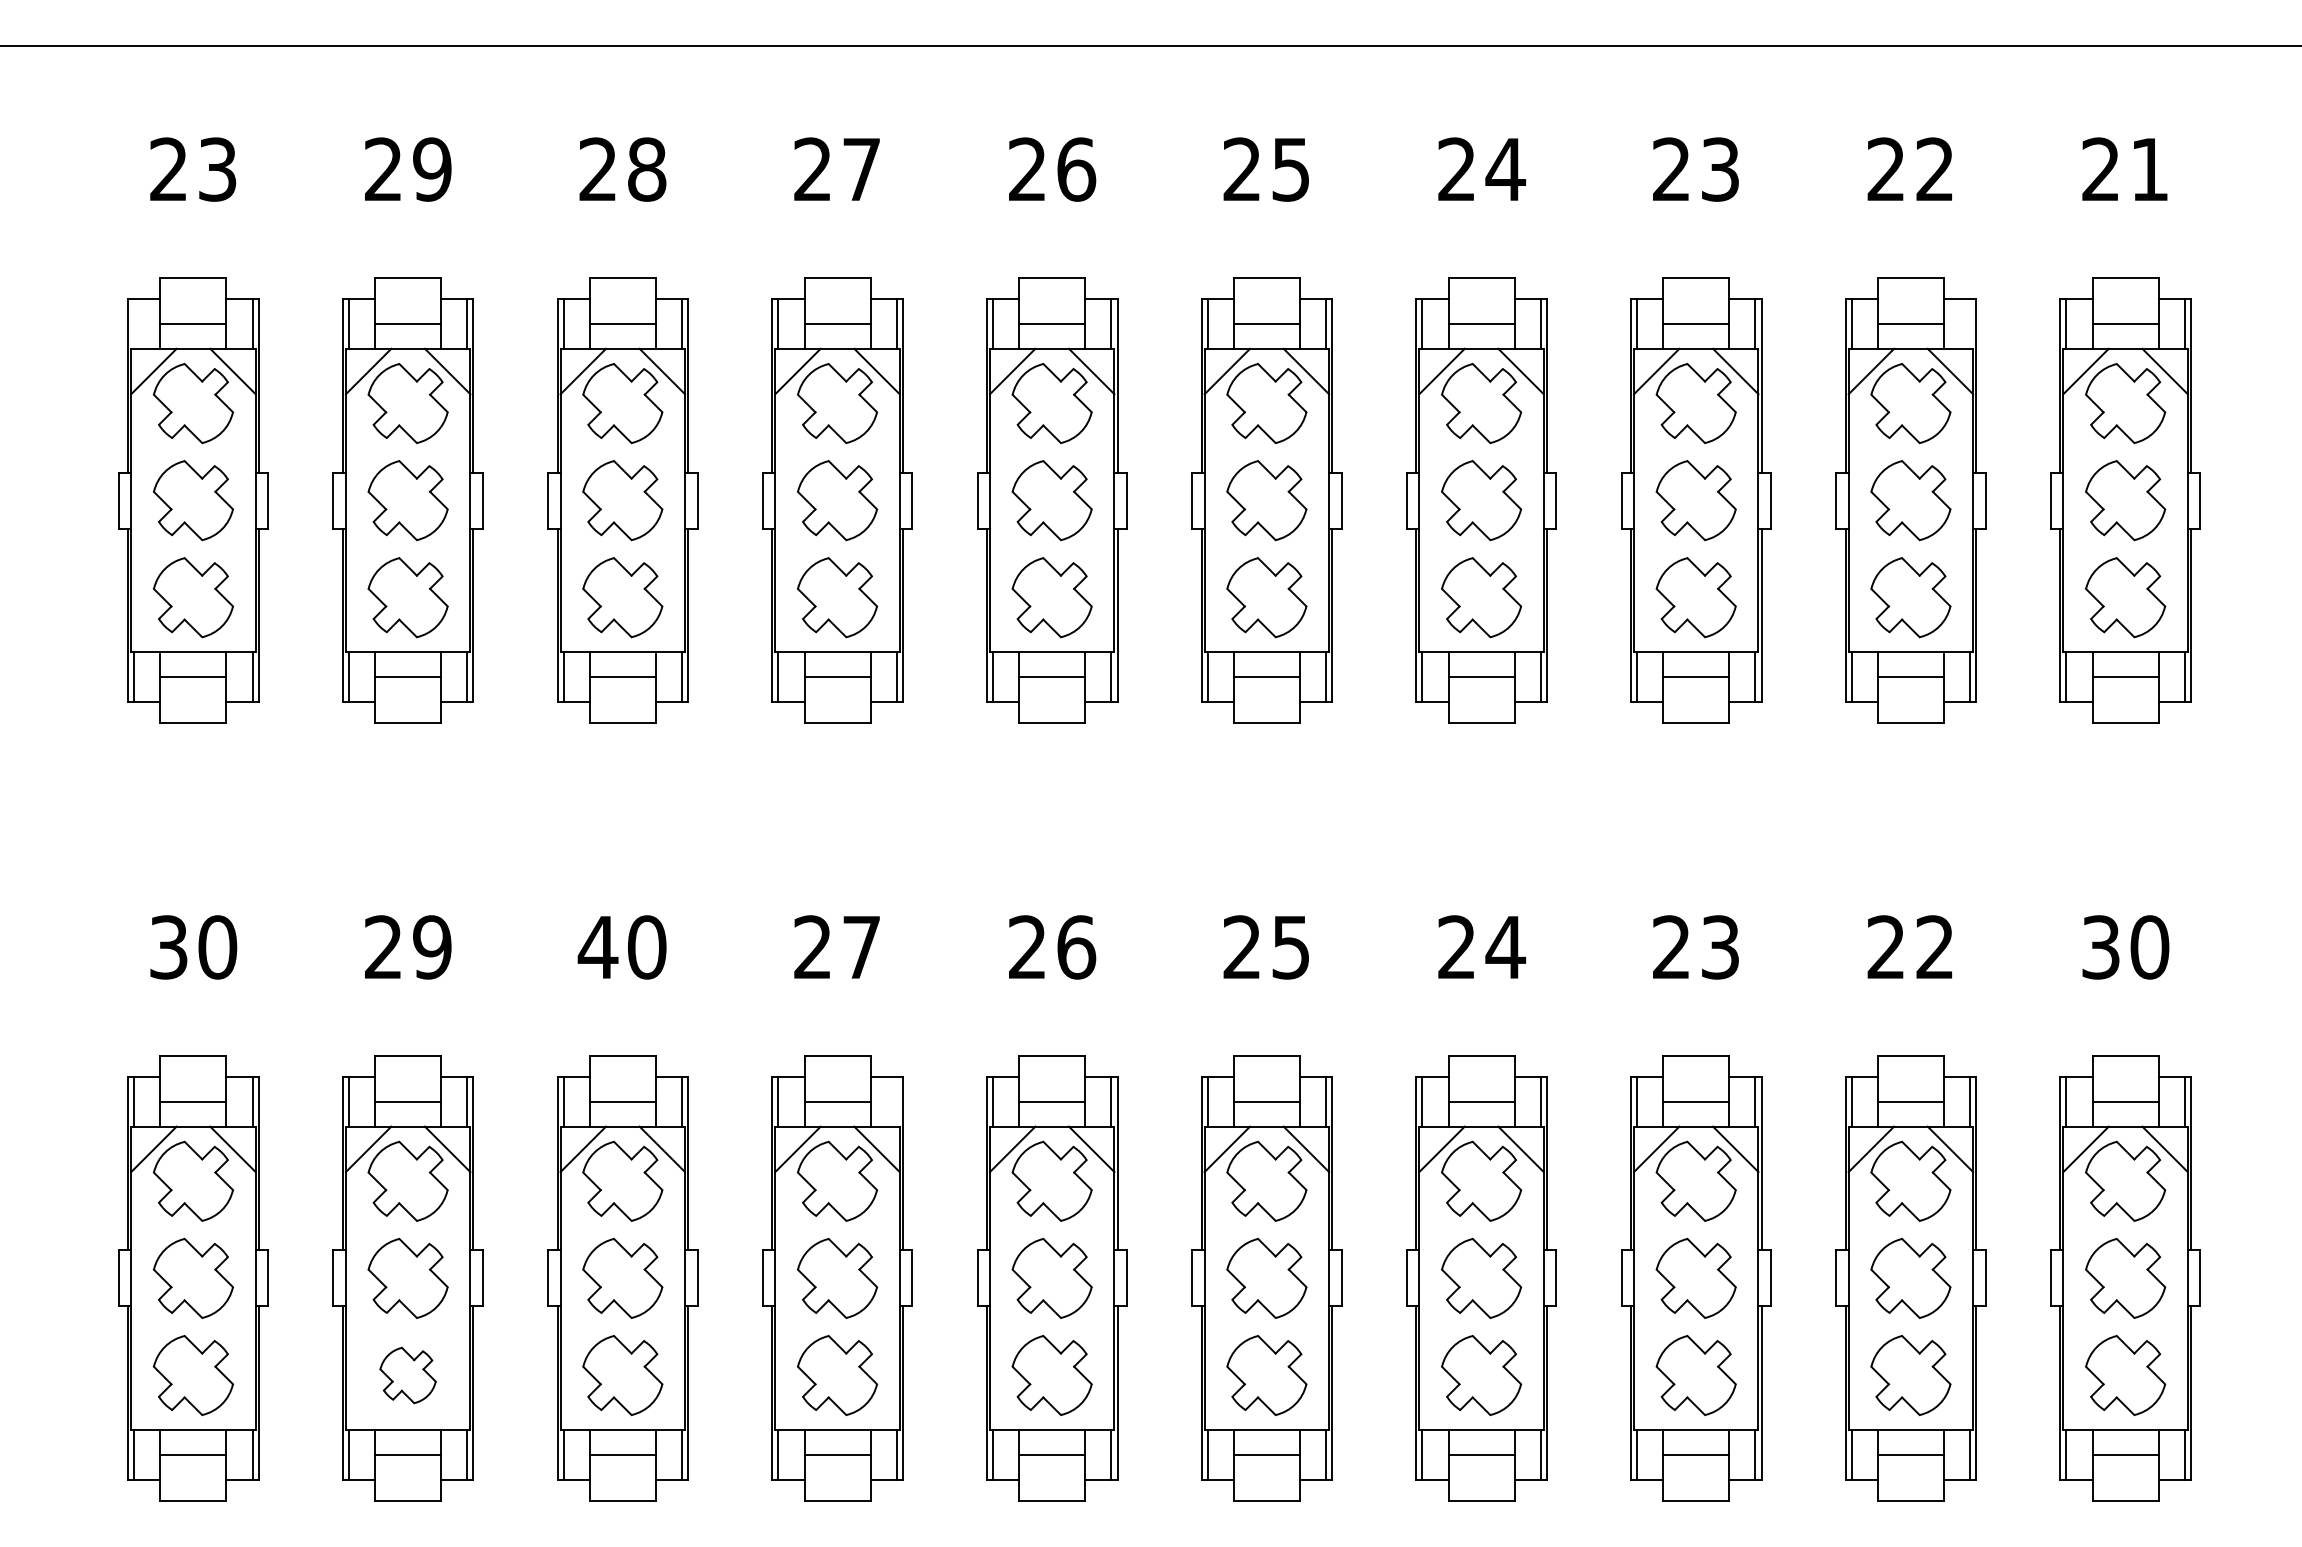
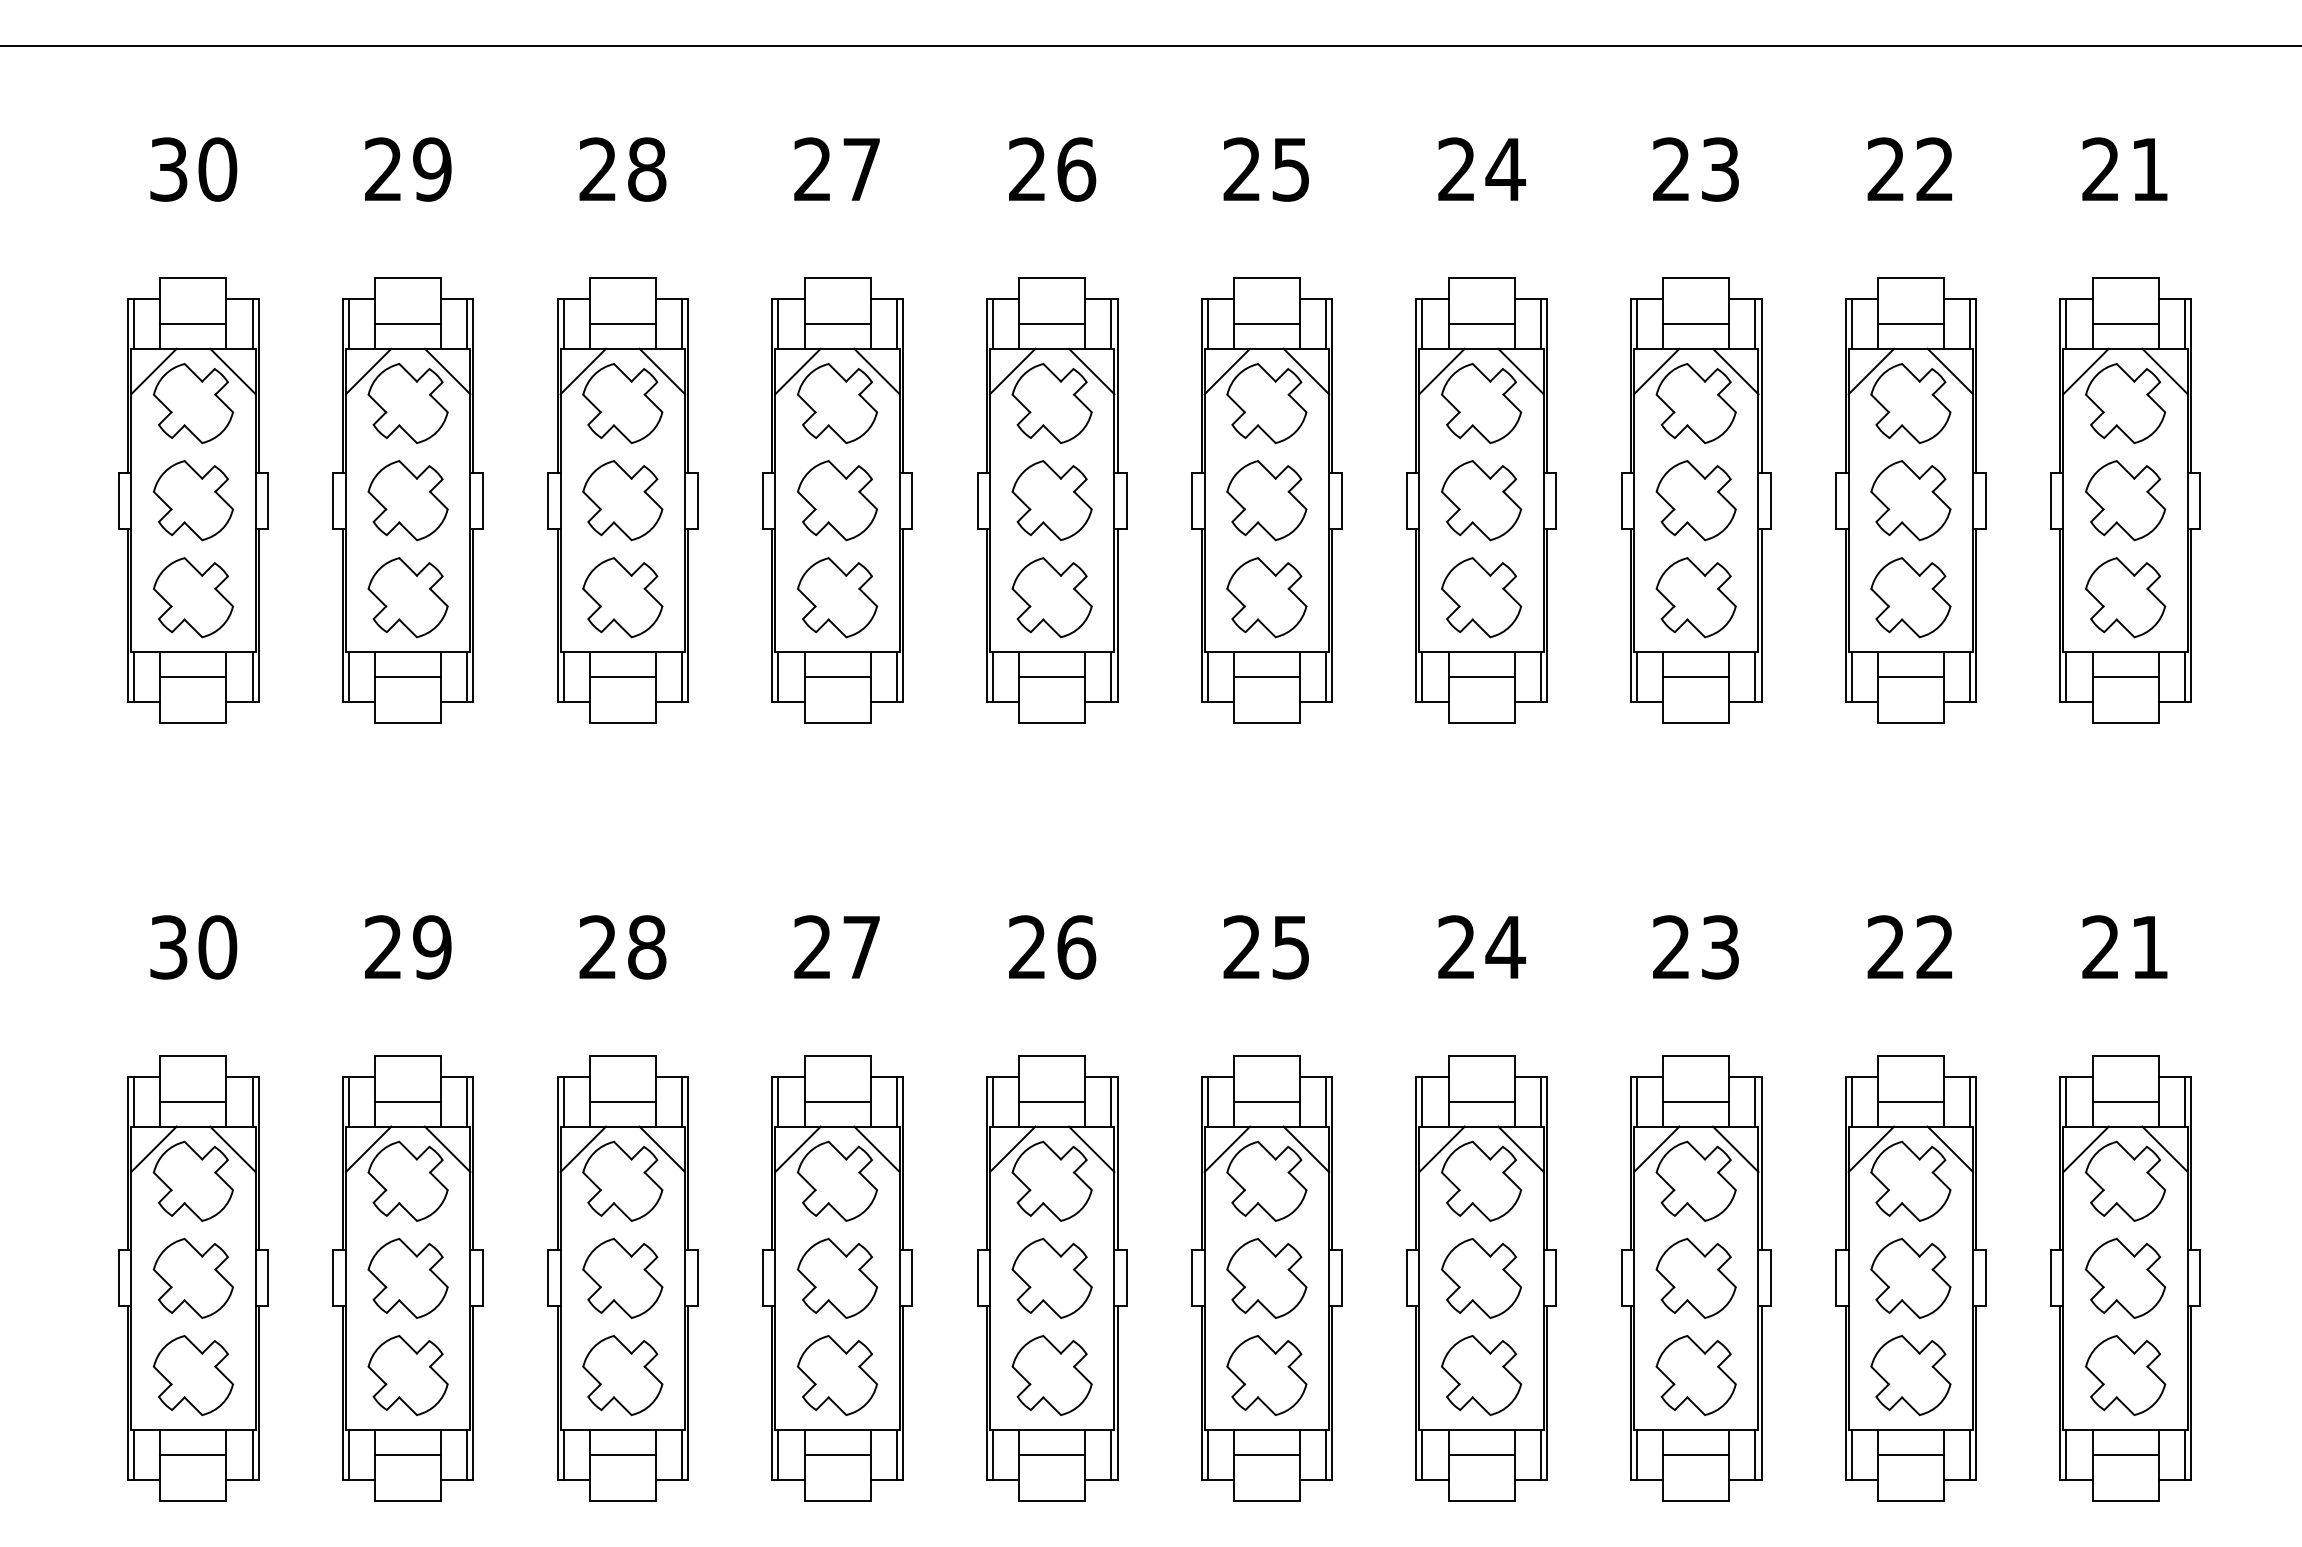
text at (193, 169): 23 -> 30
line at (134, 323): none -> present
line at (1970, 323): none -> present
text at (621, 947): 40 -> 28
text at (2125, 947): 30 -> 21
line at (896, 1101): none -> present
part at (407, 1375) size: 58x59 px -> 82x81 px
